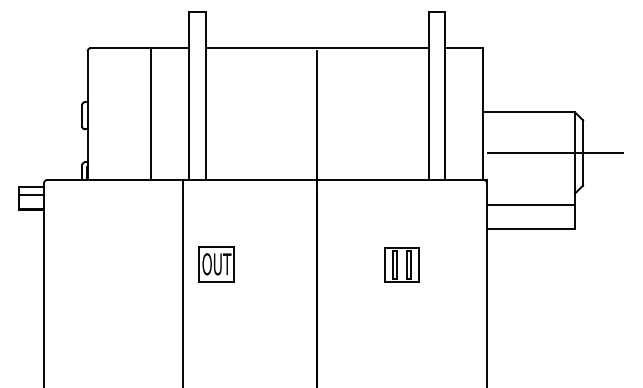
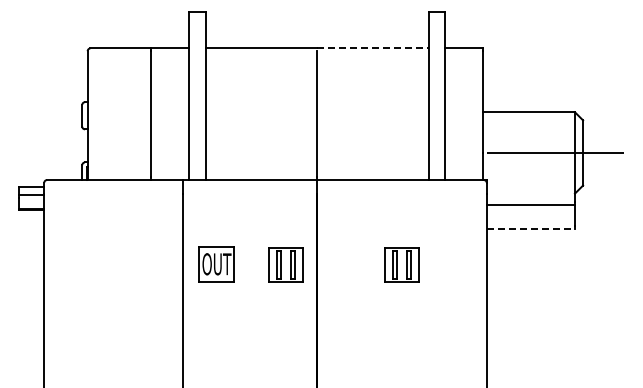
line at (372, 48): solid -> dashed
line at (531, 228): solid -> dashed
part at (285, 264): none -> present
